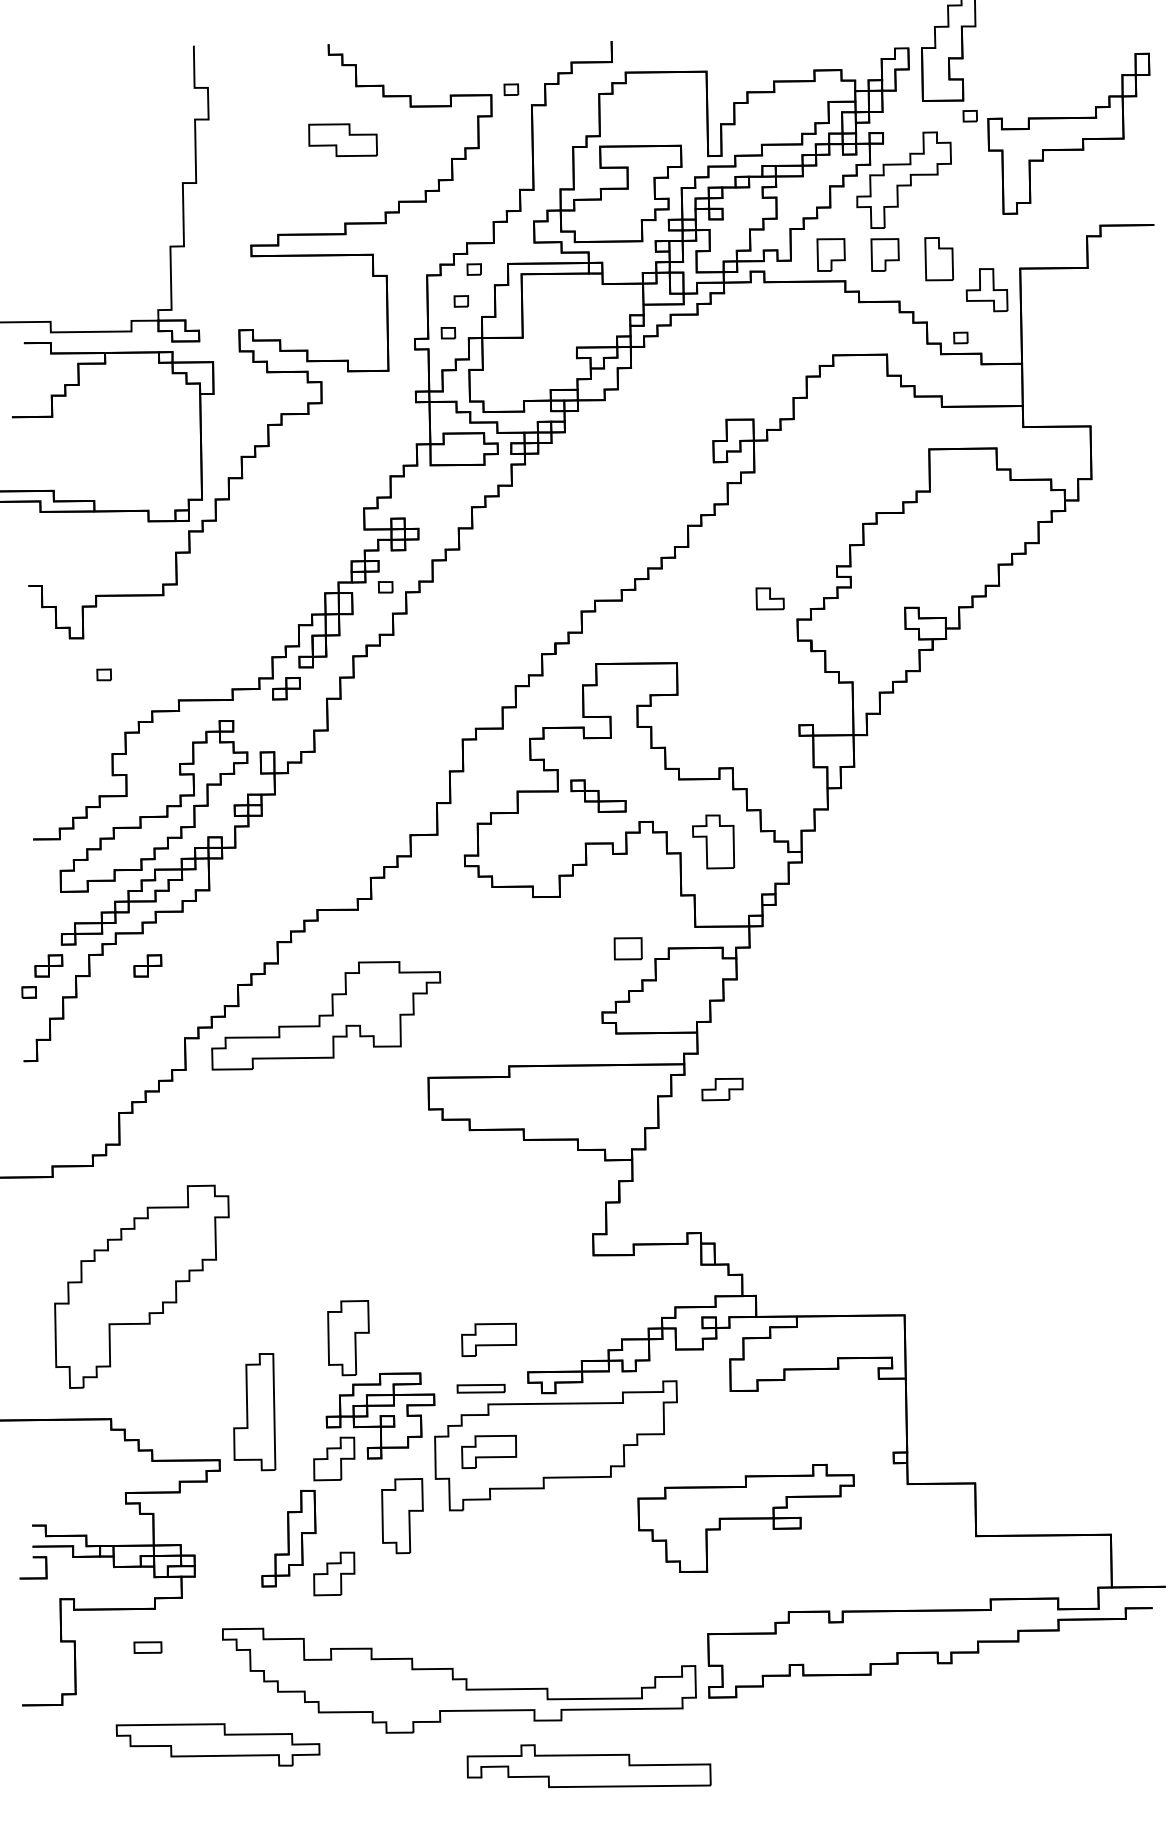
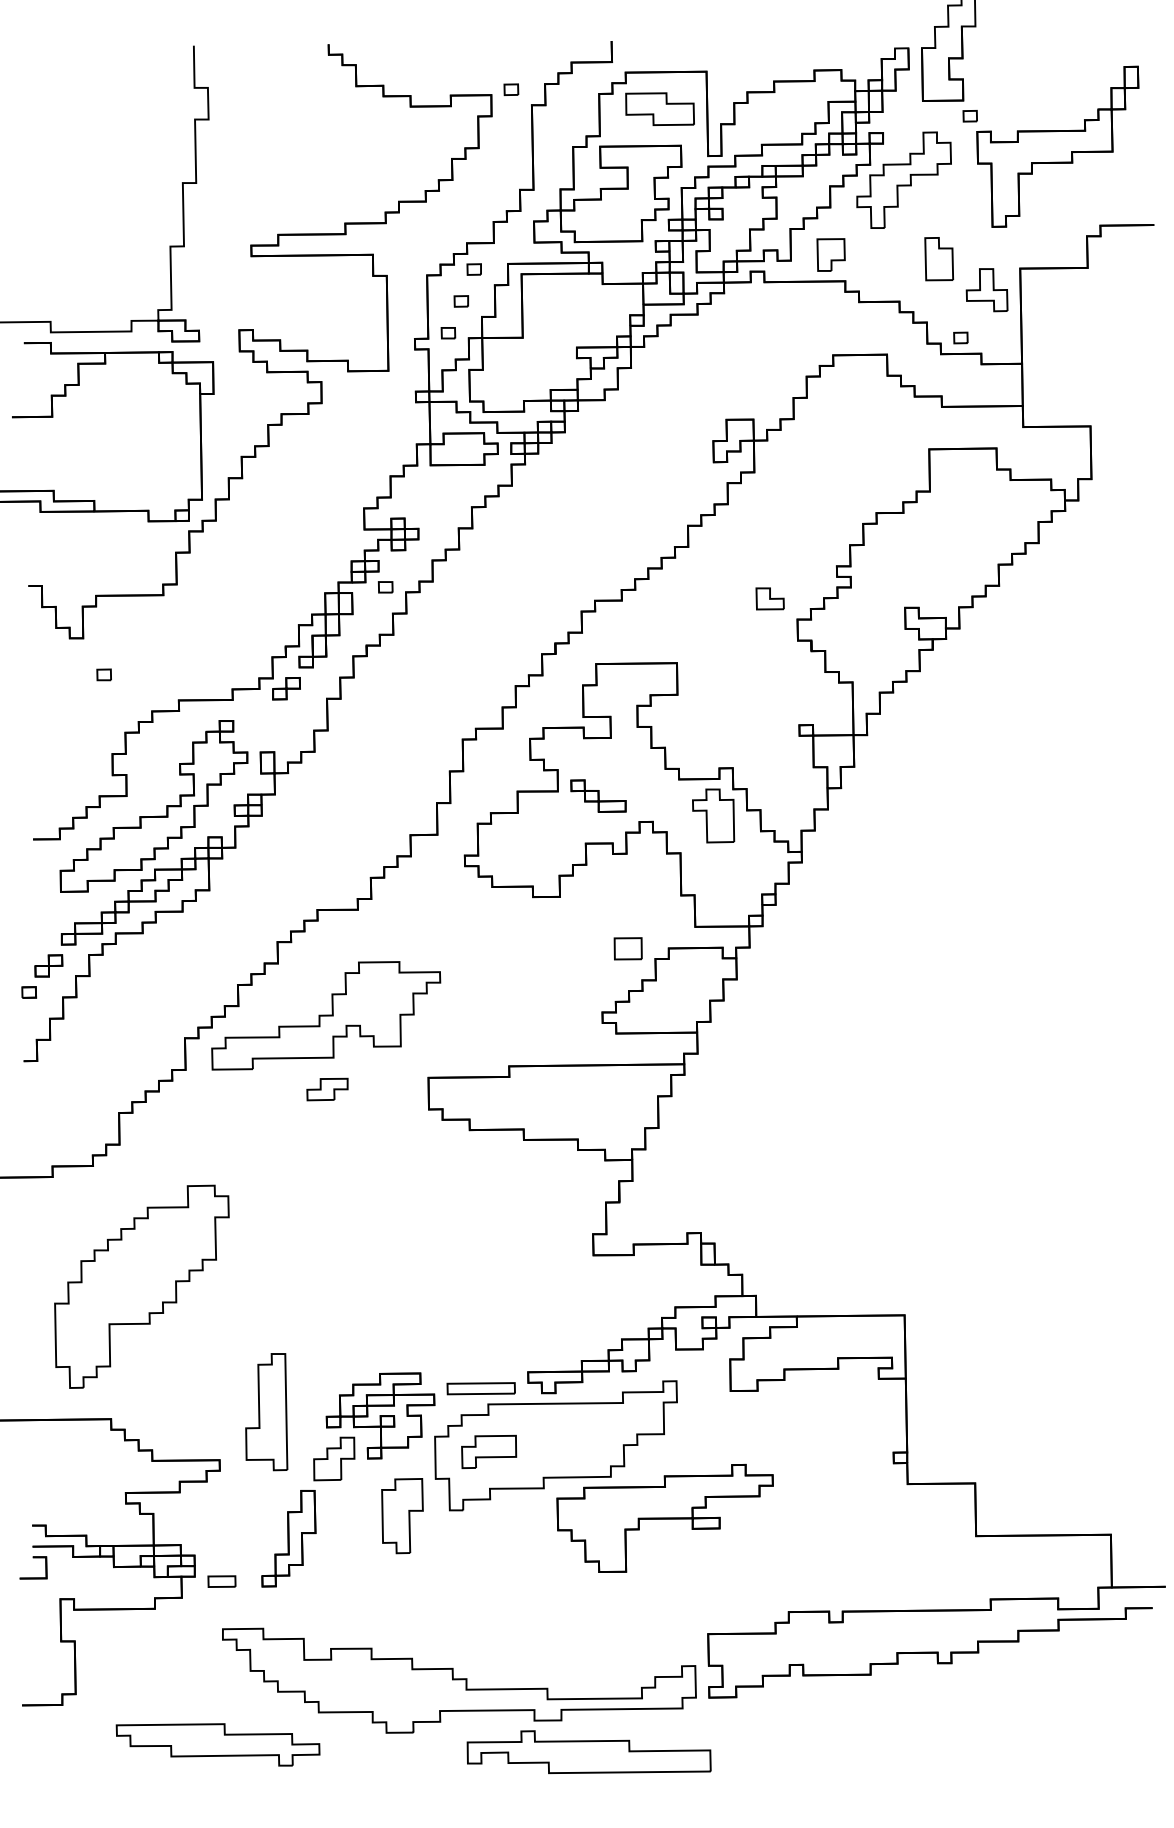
part at (1068, 133) position: (1068, 133) -> (1057, 146)
part at (342, 139) position: (342, 139) -> (659, 108)
part at (884, 254): present -> none
part at (713, 841) position: (713, 841) -> (713, 815)
part at (147, 965): present -> none
part at (722, 1089) position: (722, 1089) -> (327, 1089)
part at (348, 1338): present -> none
part at (489, 1339): present -> none
part at (480, 1388) size: 50x10 px -> 70x14 px
part at (254, 1412) position: (254, 1412) -> (266, 1412)
part at (745, 1517) position: (745, 1517) -> (664, 1517)
part at (334, 1573): present -> none
part at (147, 1647) position: (147, 1647) -> (221, 1581)
part at (588, 1765) position: (588, 1765) -> (588, 1751)
